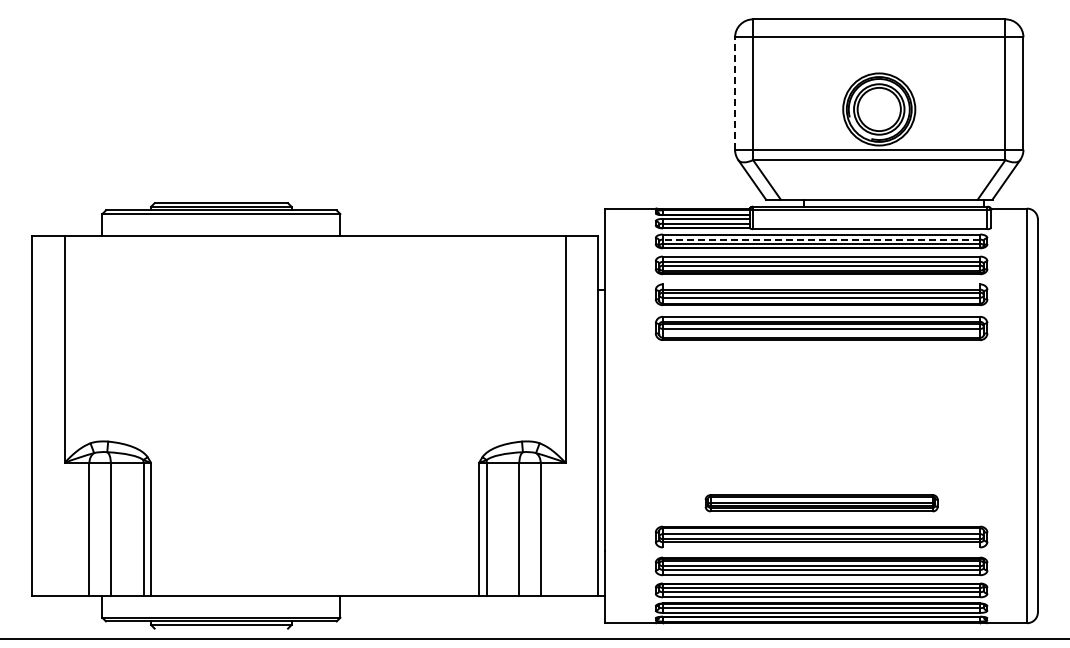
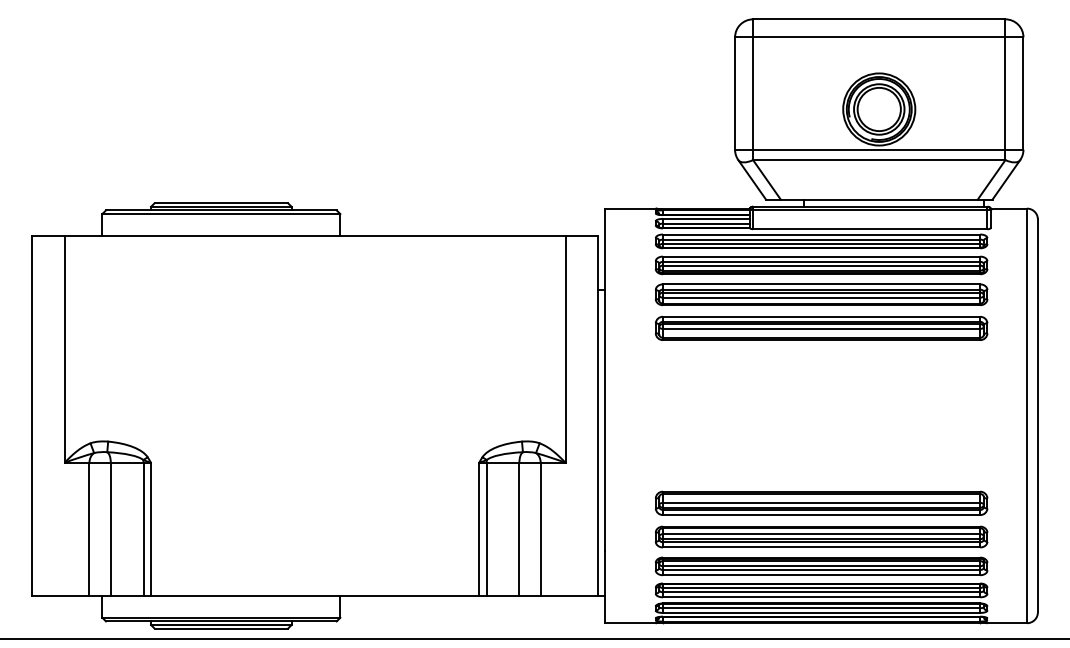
line at (735, 93): dashed -> solid
line at (821, 239): dashed -> solid
line at (821, 284): none -> present
part at (821, 503) size: 235x19 px -> 334x26 px
line at (821, 547): none -> present
line at (221, 628): none -> present
